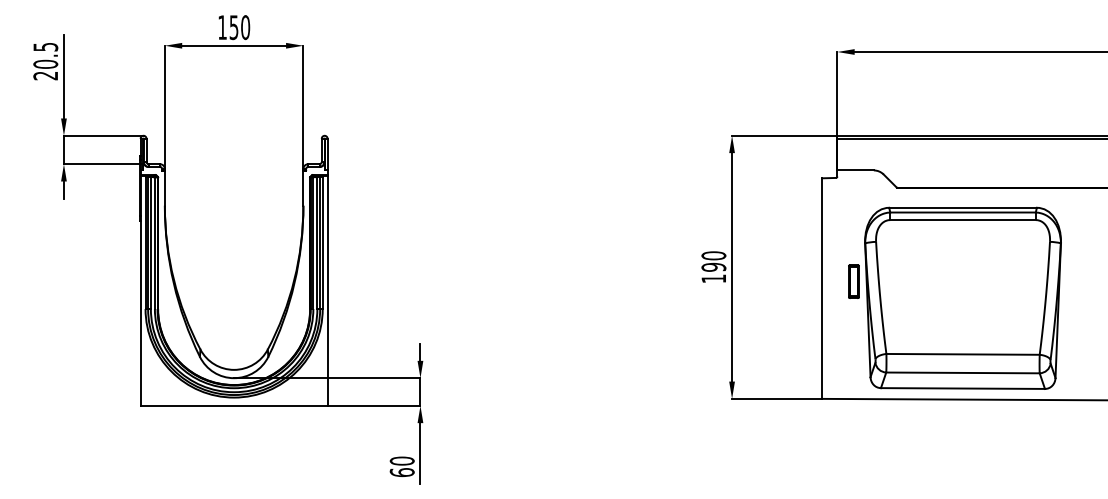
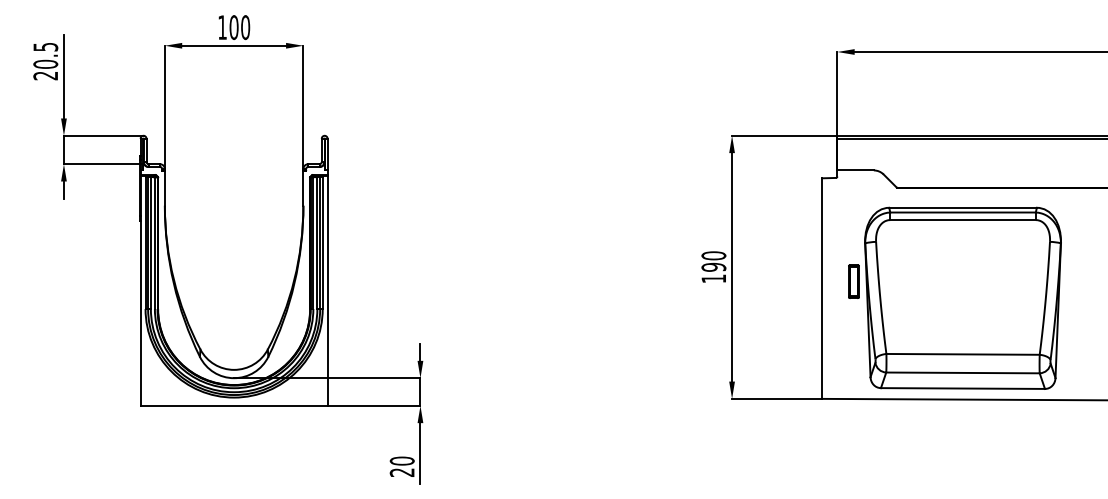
text at (233, 27): 150 -> 100
text at (401, 472): 60 -> 20
